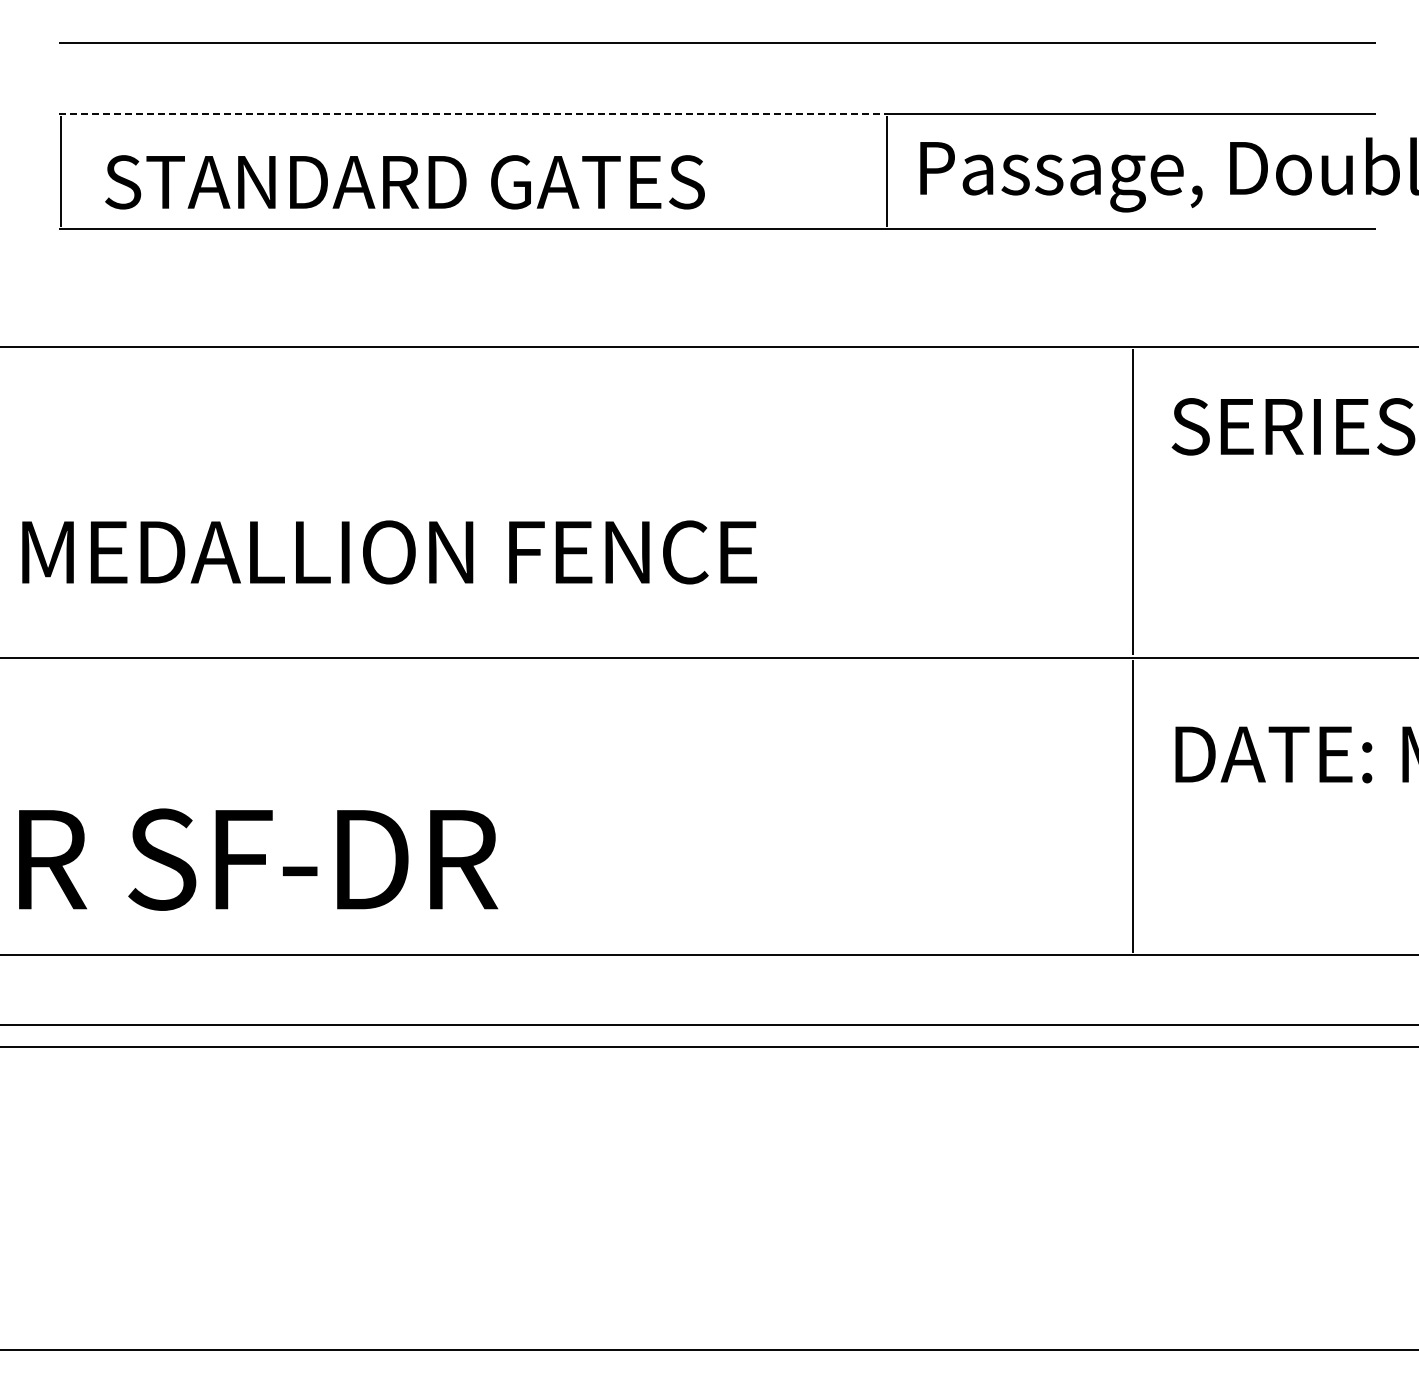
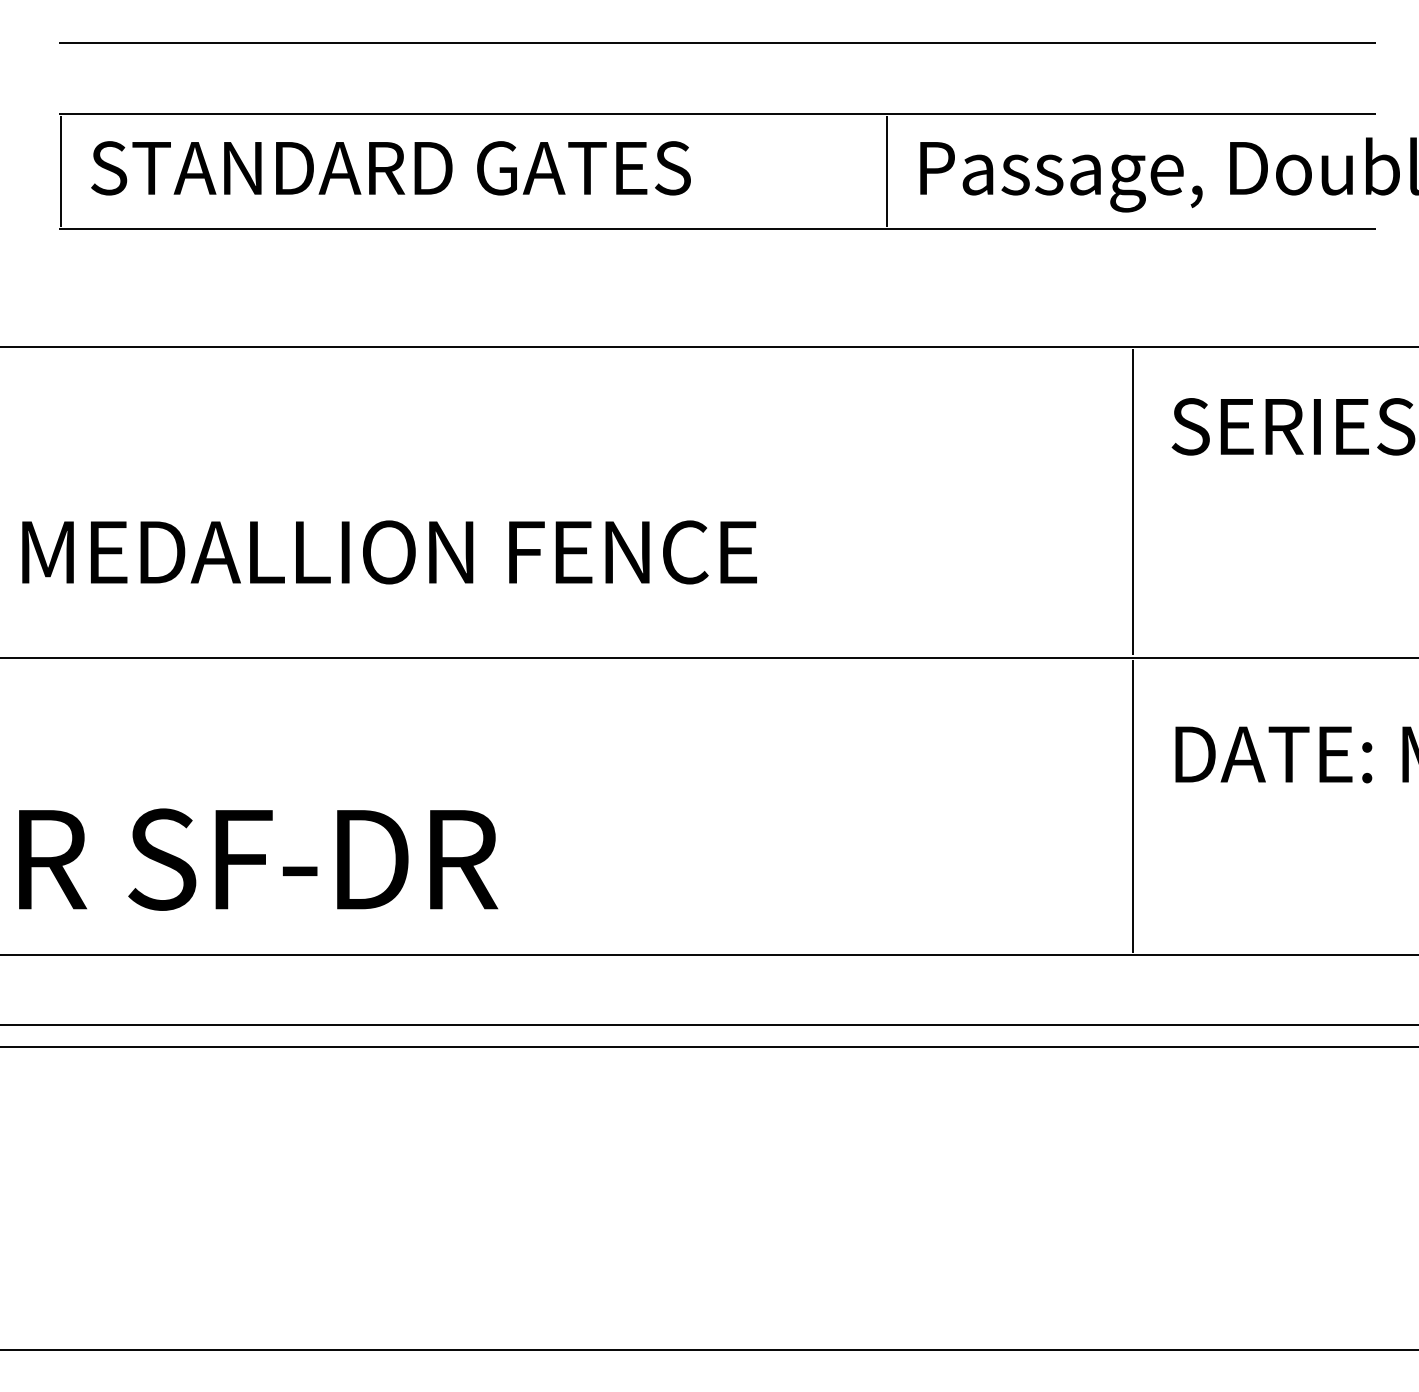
line at (472, 114): dashed -> solid
text at (404, 182) position: (404, 182) -> (390, 168)
